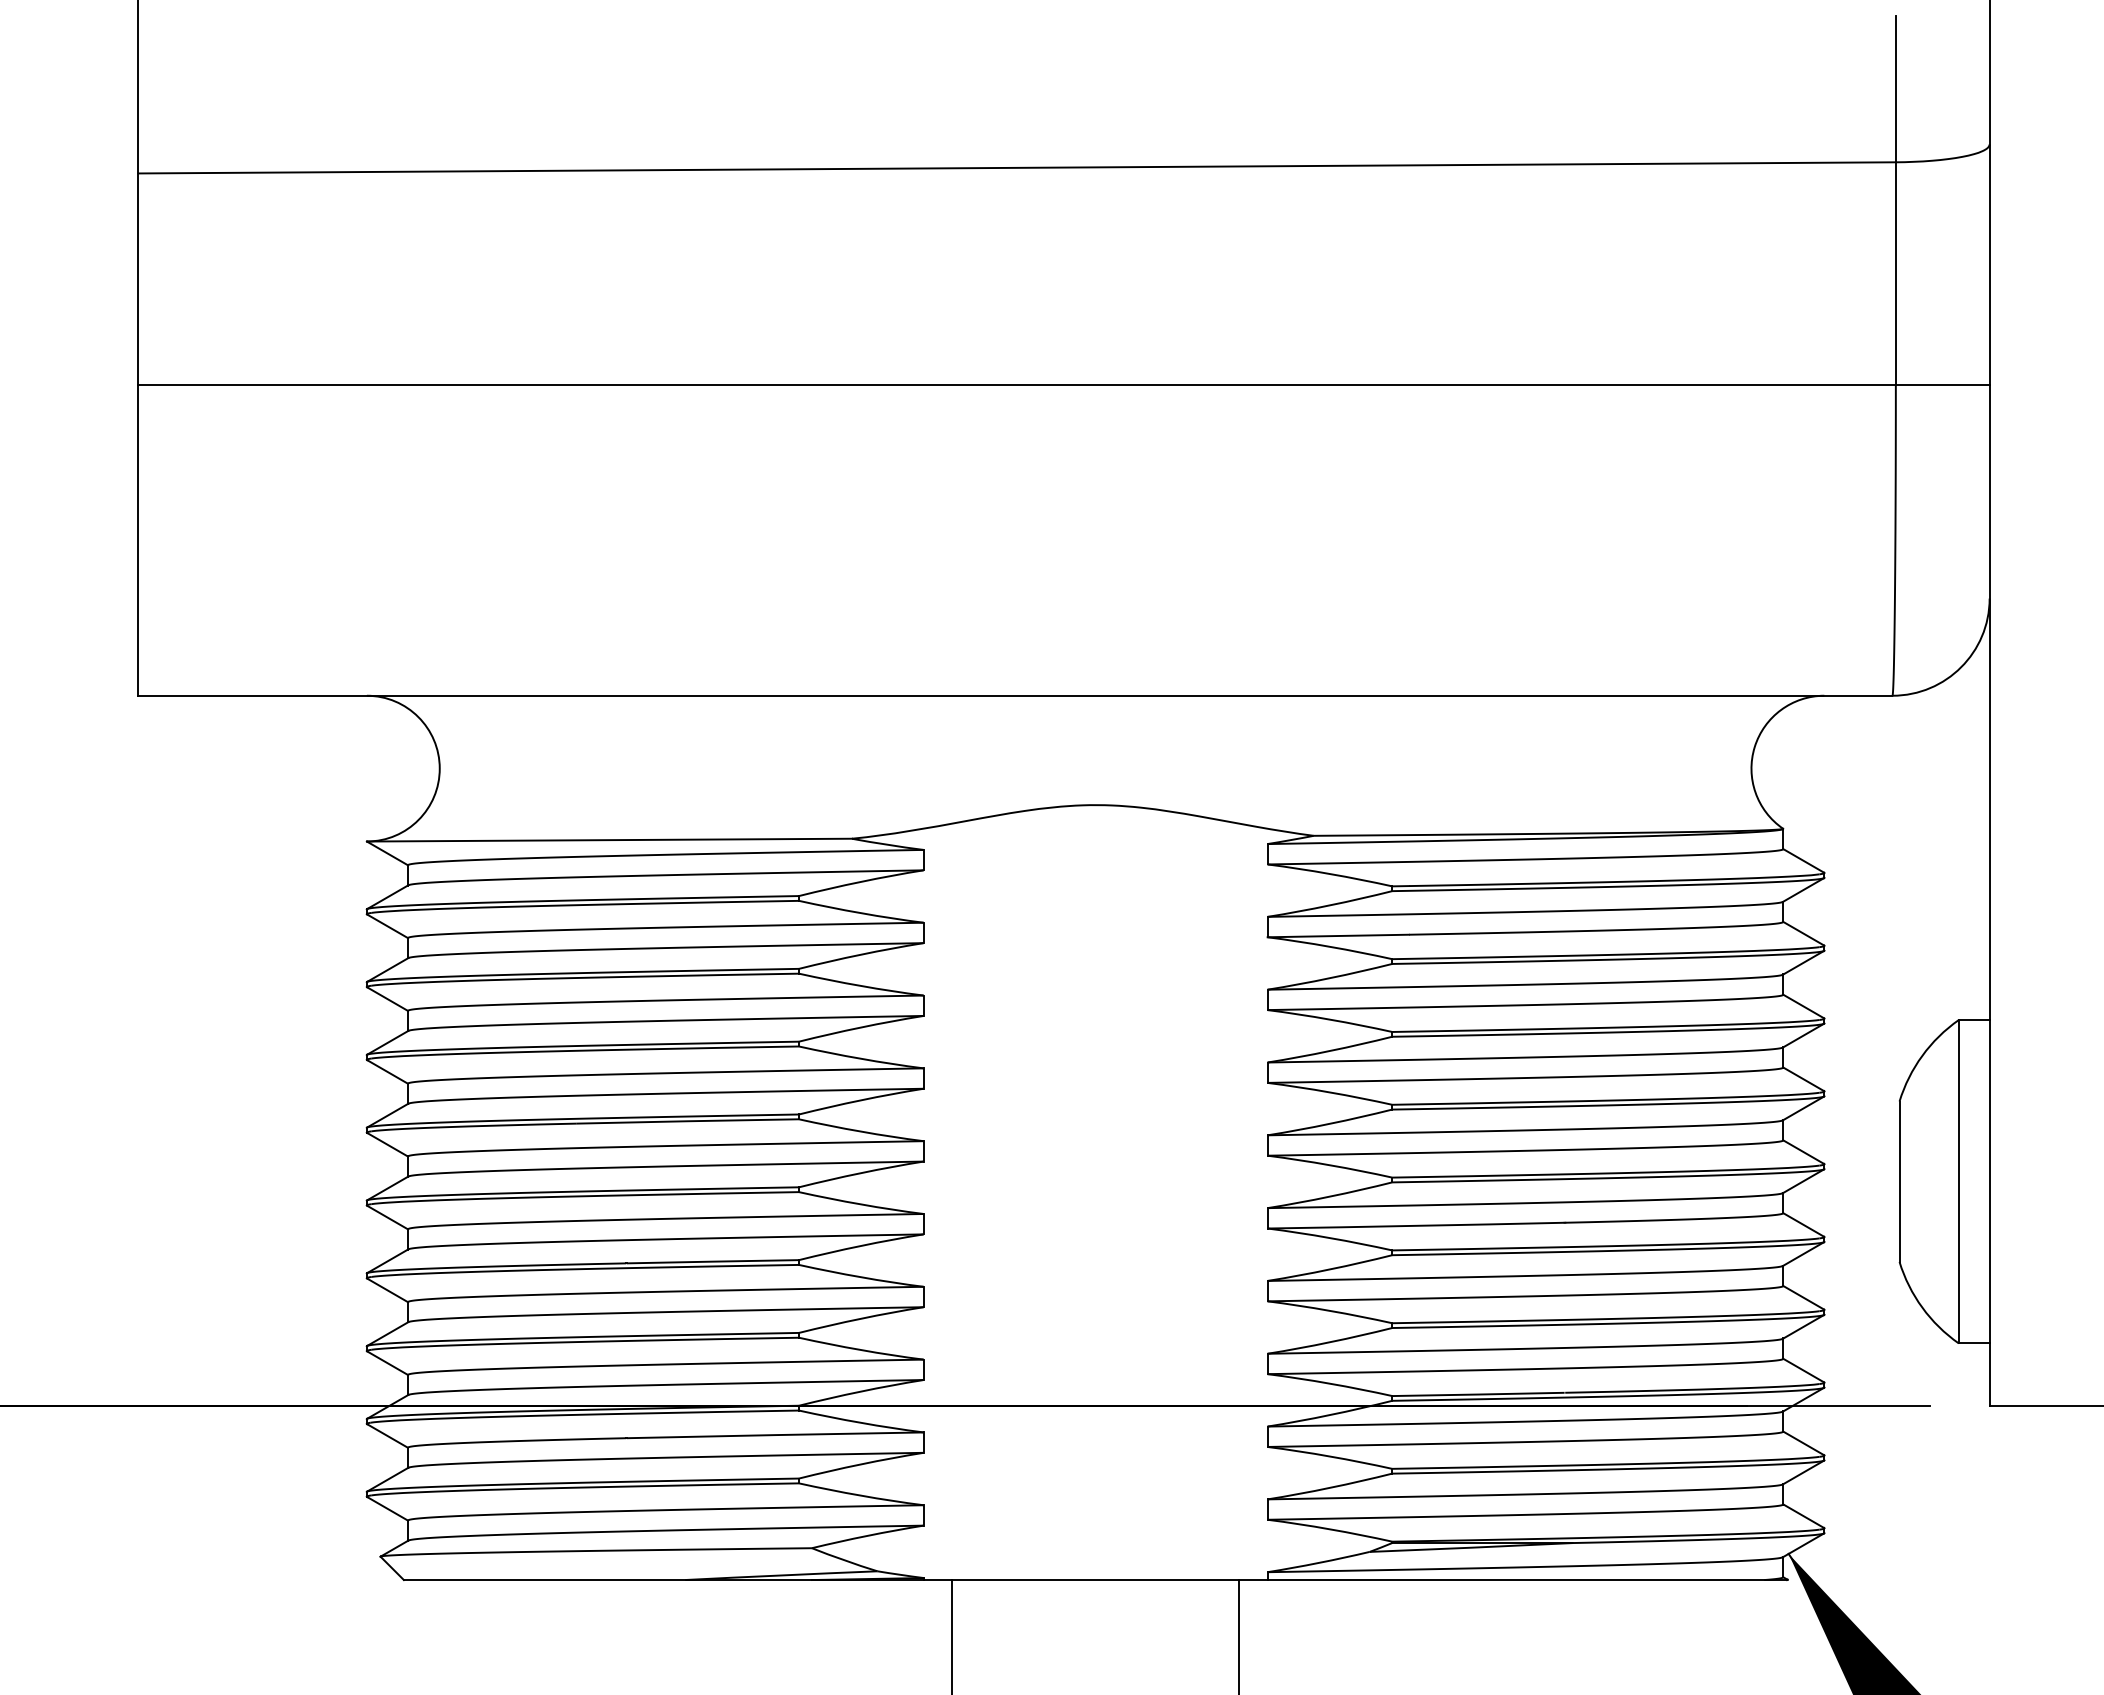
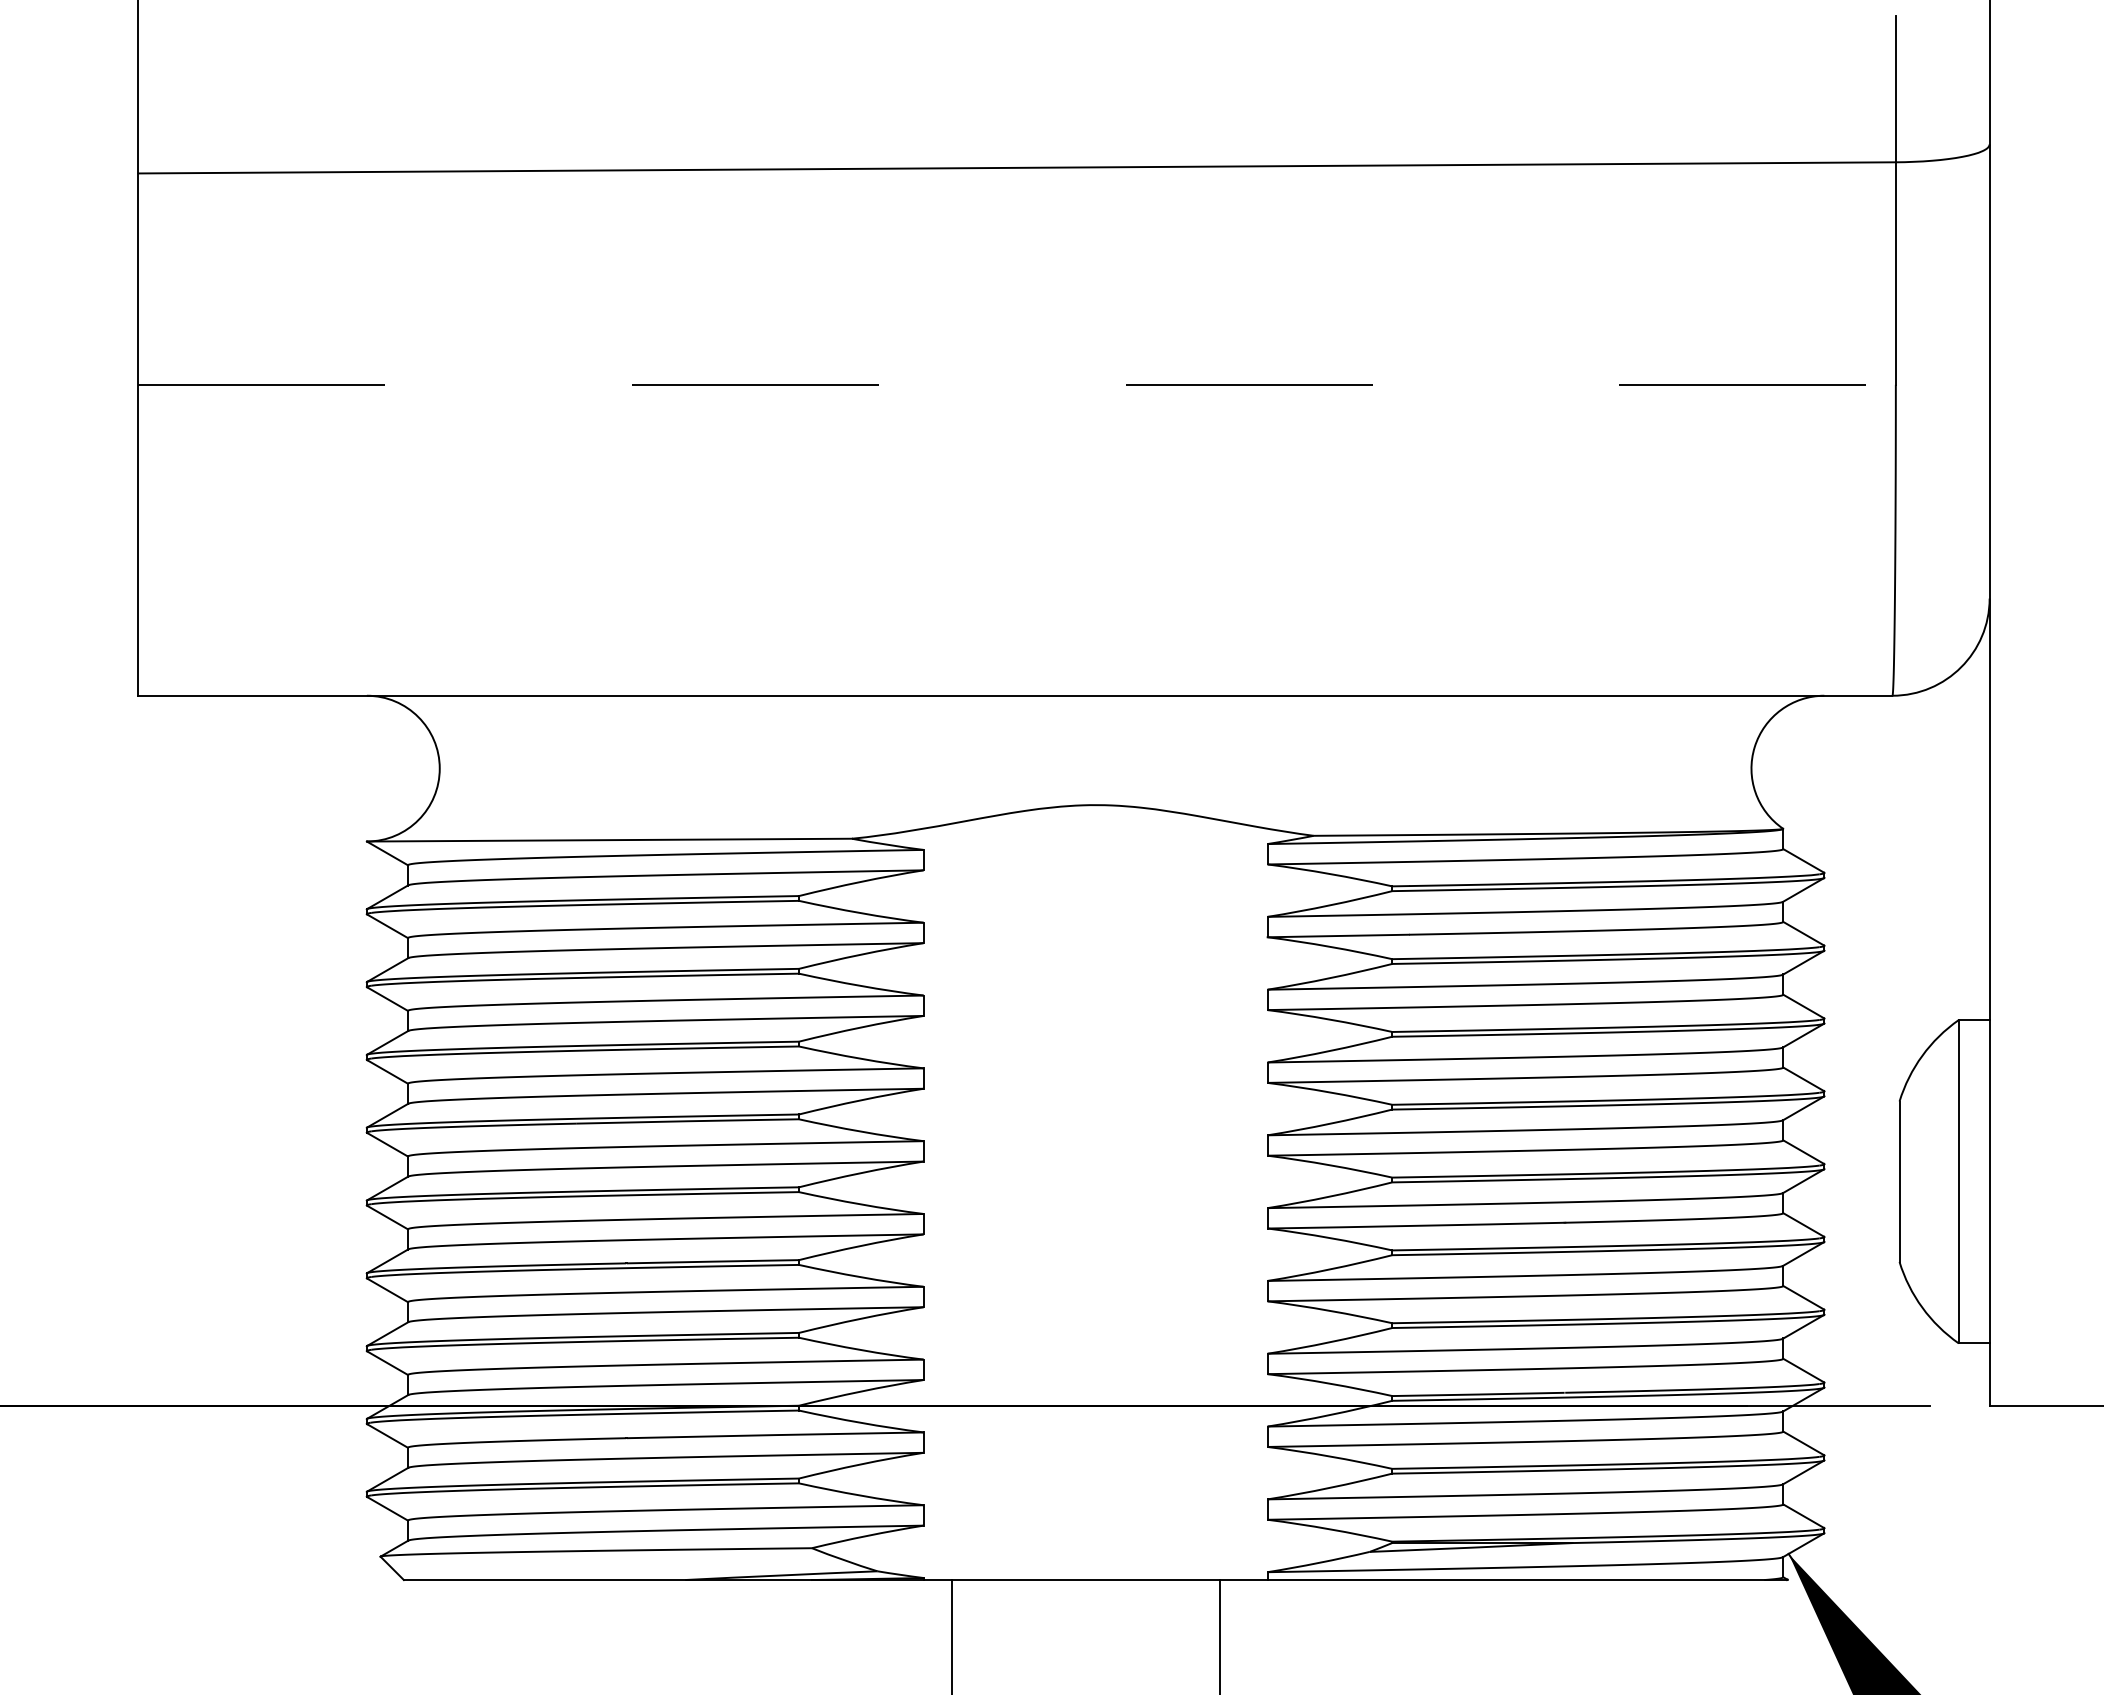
line at (1064, 384): solid -> dashed
line at (1239, 1635) position: (1239, 1635) -> (1220, 1635)
